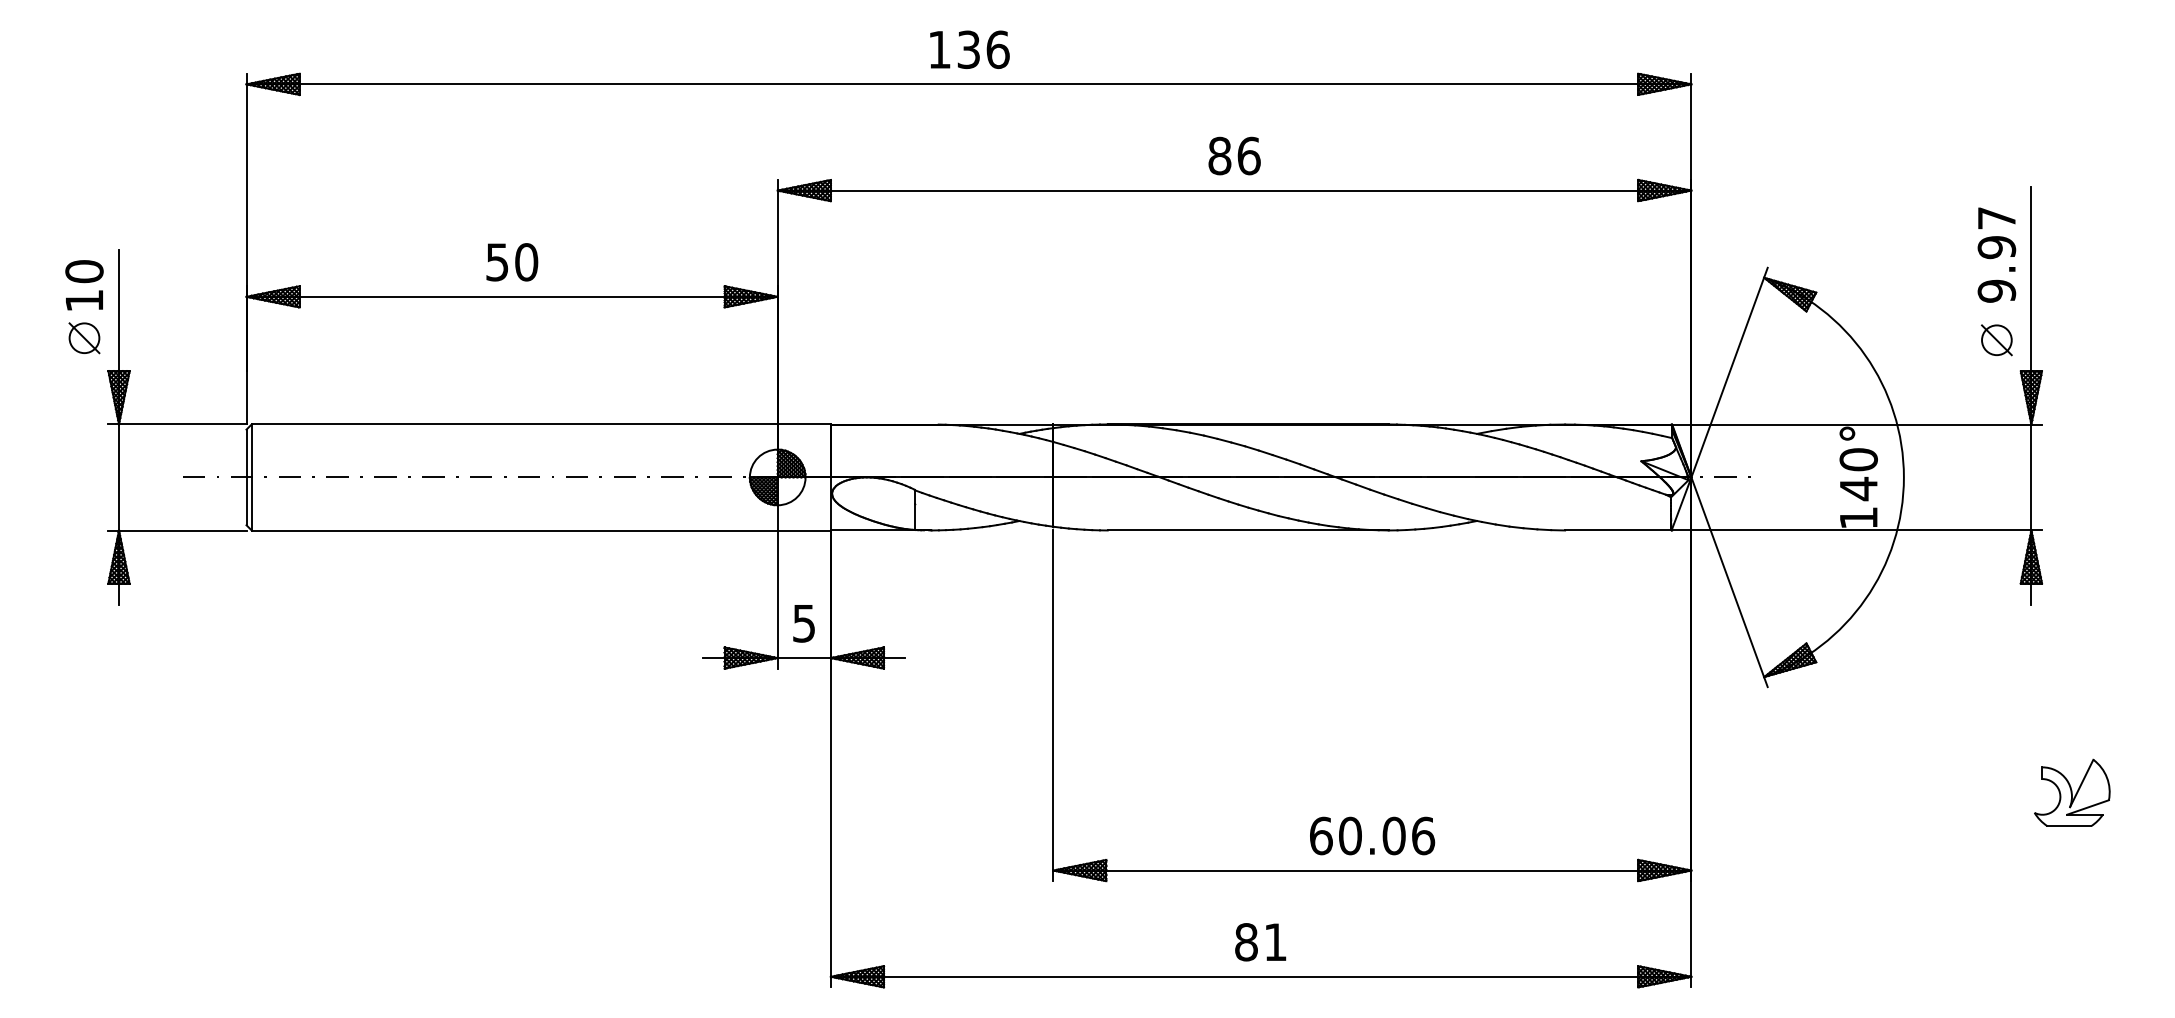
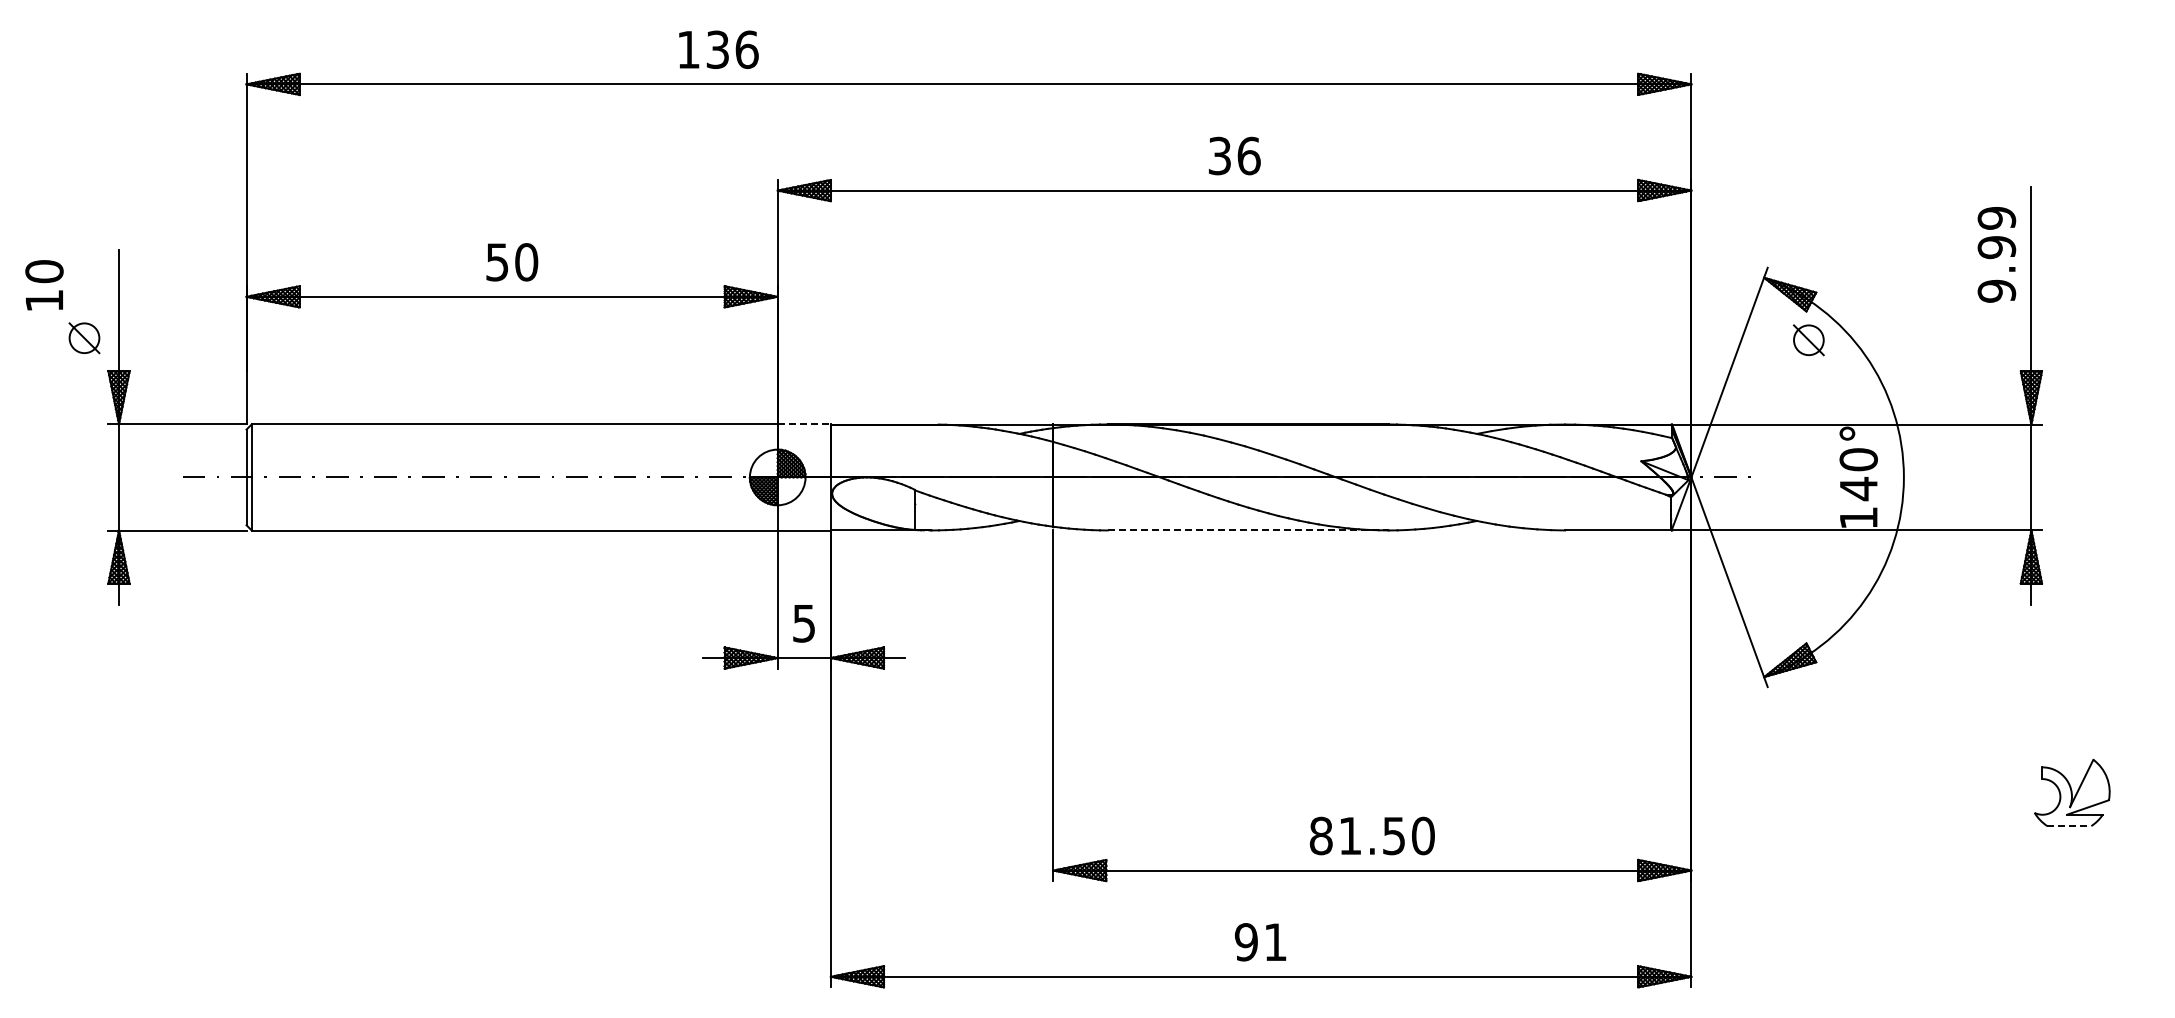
text at (969, 49) position: (969, 49) -> (718, 49)
text at (1219, 155): 86 -> 36
text at (1996, 218): 9.97 -> 9.99
text at (84, 285) position: (84, 285) -> (44, 285)
part at (1996, 340) position: (1996, 340) -> (1808, 340)
line at (804, 424): solid -> dashed
line at (1248, 530): solid -> dashed
line at (2069, 826): solid -> dashed
text at (1372, 835): 60.06 -> 81.50
text at (1245, 942): 81 -> 91
